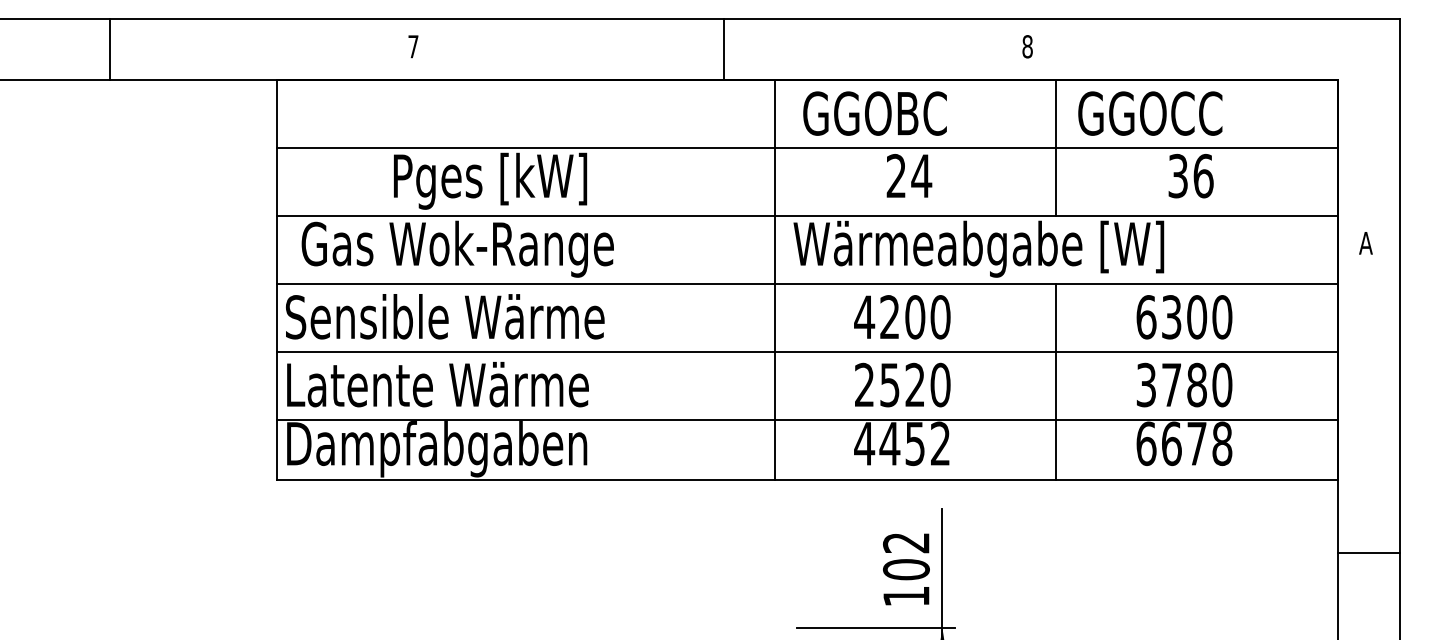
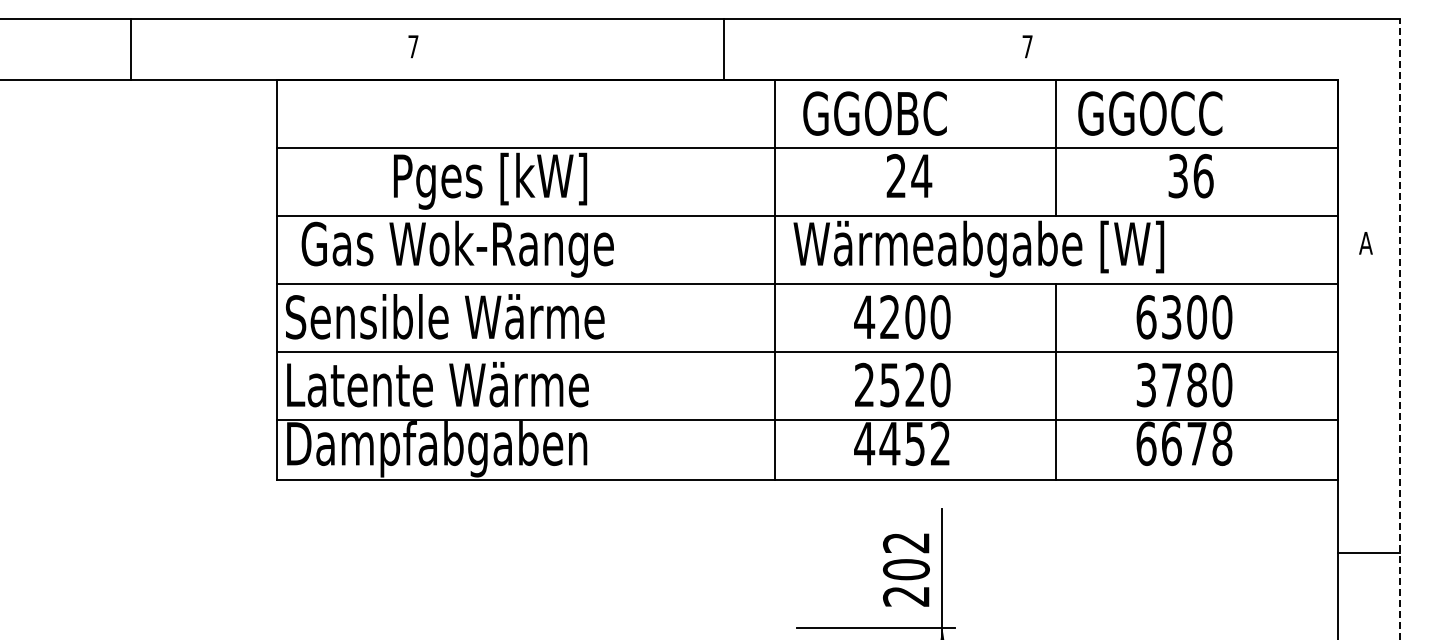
text at (1027, 46): 8 -> 7
line at (109, 49) position: (109, 49) -> (130, 49)
line at (1399, 328): solid -> dashed
text at (906, 596): 102 -> 202
